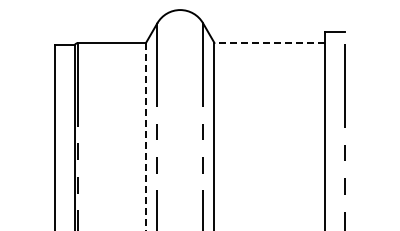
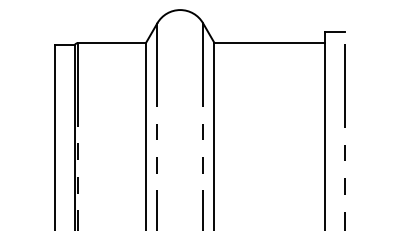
line at (269, 42): dashed -> solid
line at (146, 136): dashed -> solid
